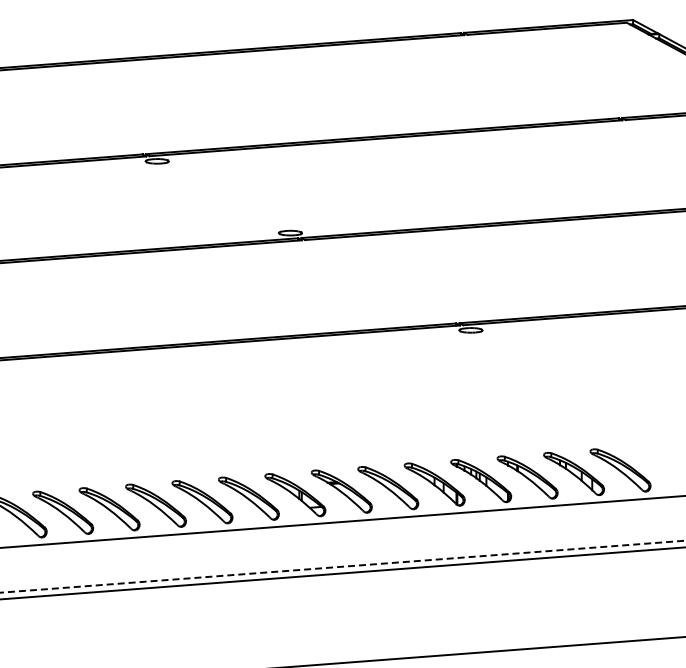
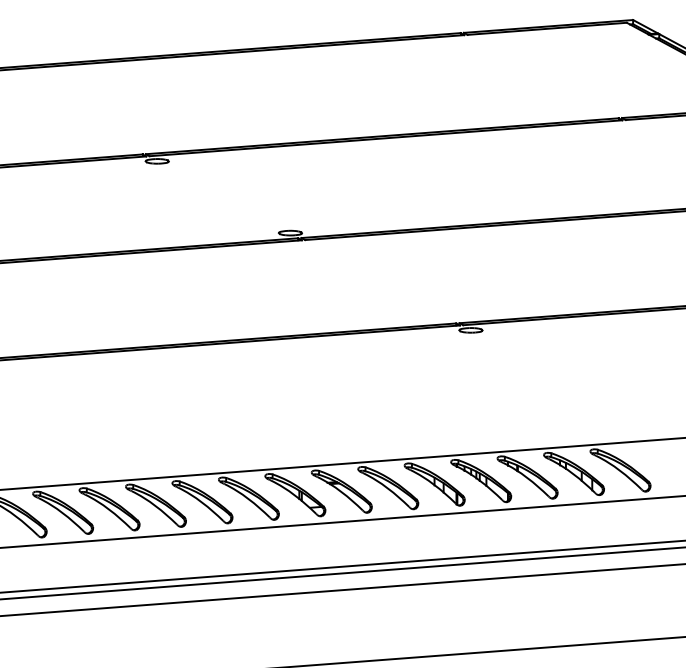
line at (342, 463): none -> present
line at (342, 566): dashed -> solid
line at (342, 589): none -> present
